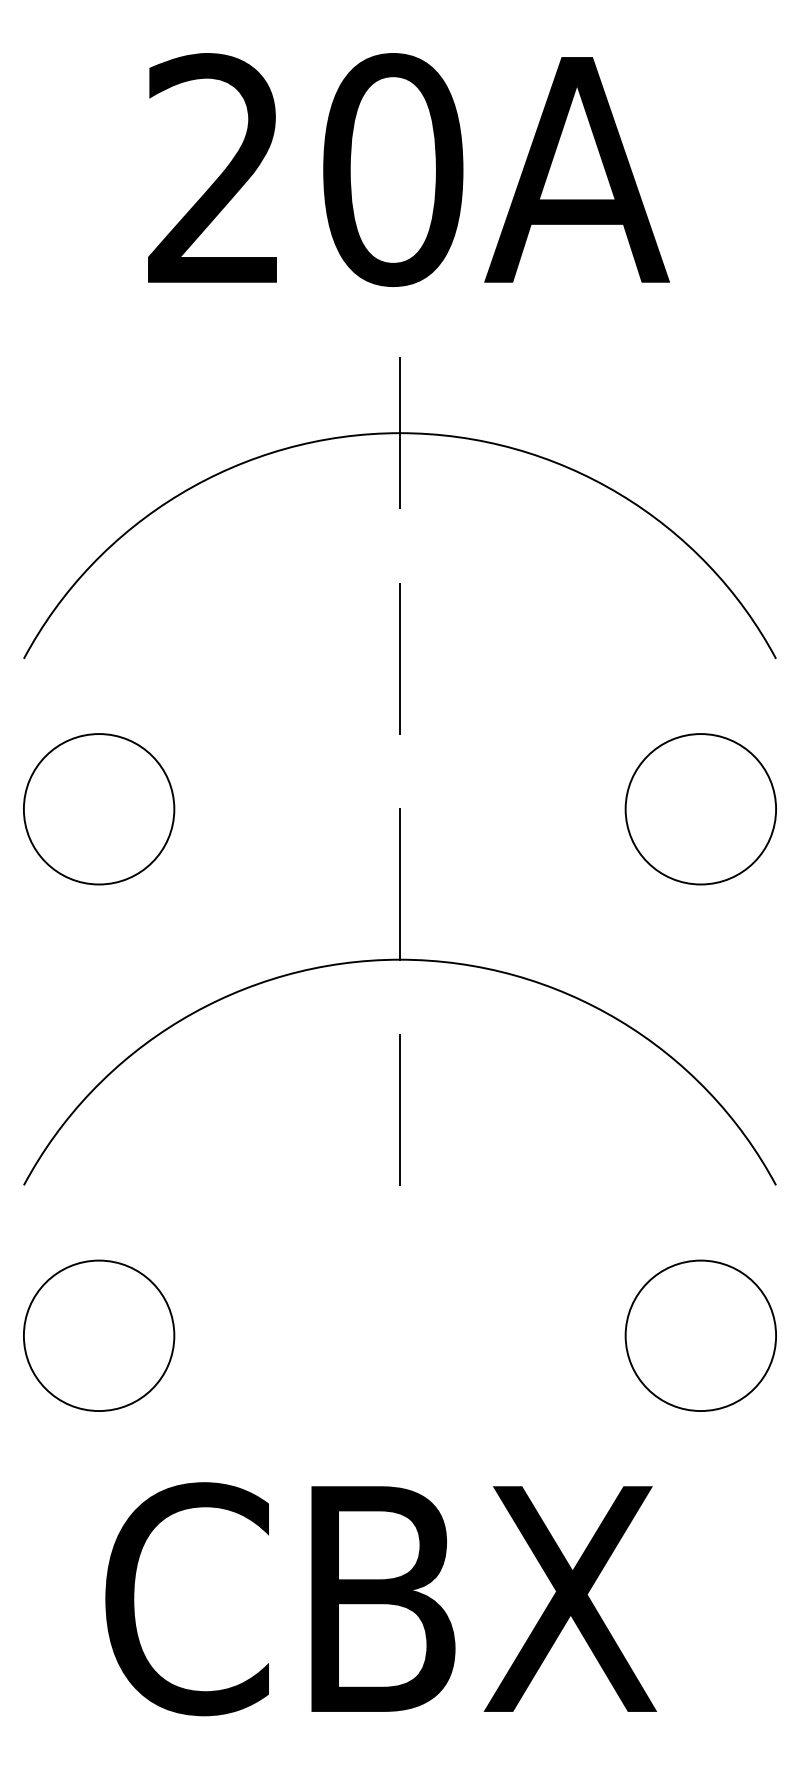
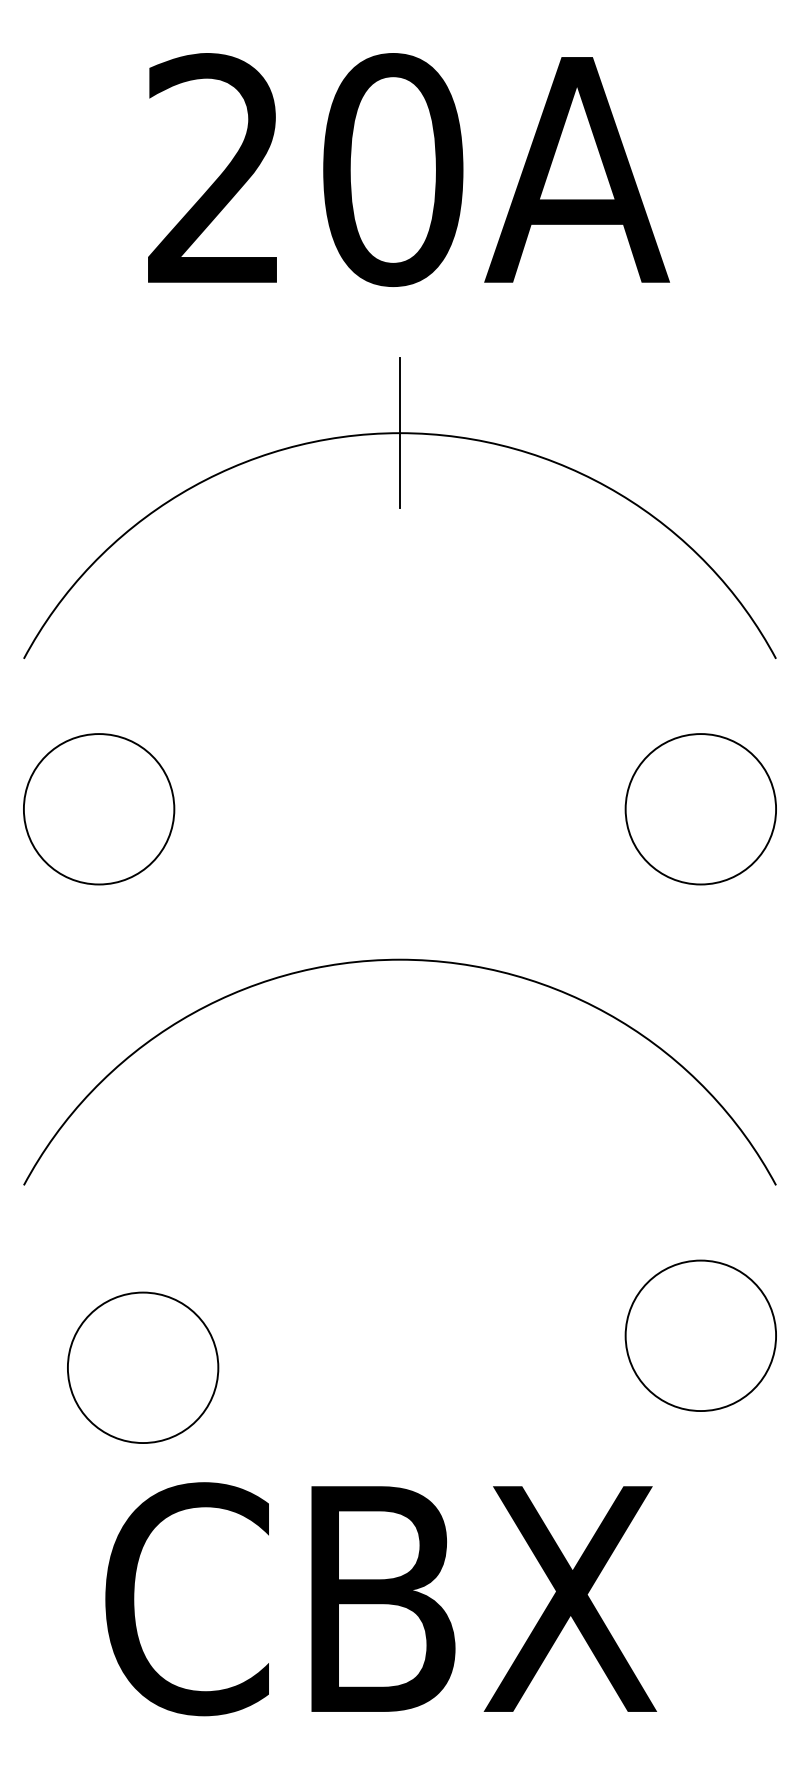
line at (399, 658): present -> none
line at (400, 884): present -> none
line at (400, 1109): present -> none
circle at (99, 1335) position: (99, 1335) -> (143, 1367)
